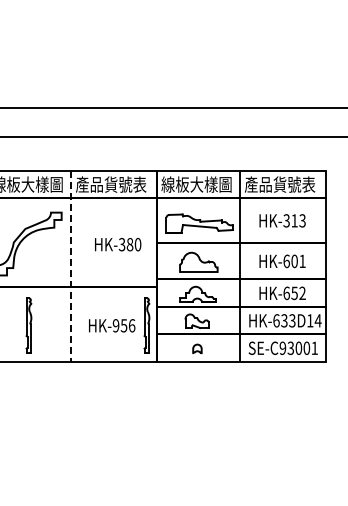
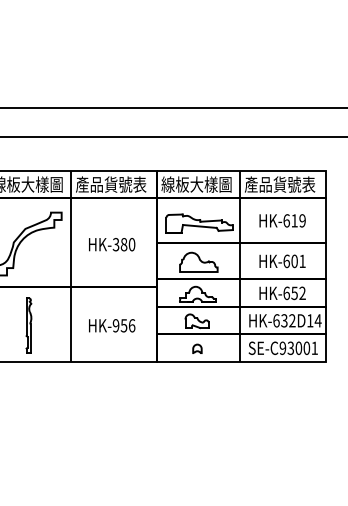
text at (294, 220): HK-313 -> HK-619
text at (118, 244) position: (118, 244) -> (112, 244)
line at (70, 266): dashed -> solid
text at (292, 321): HK-633D14 -> HK-632D14
part at (146, 325): present -> none
